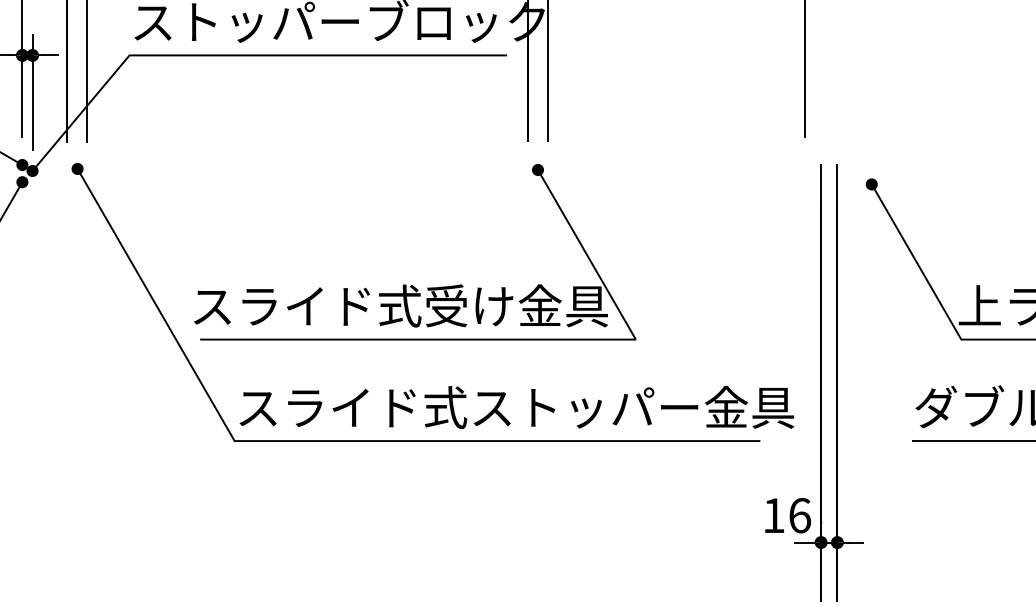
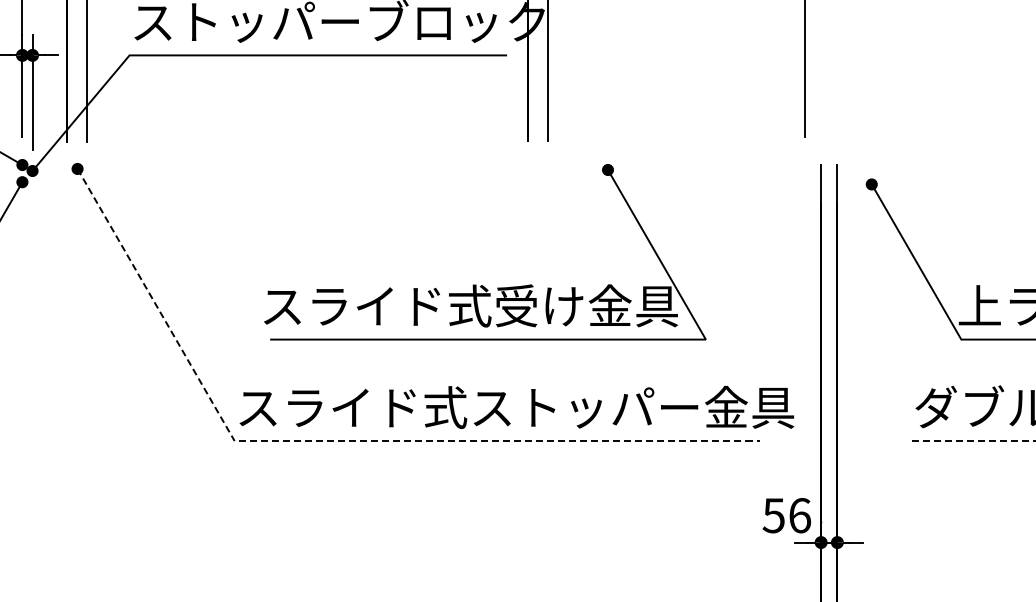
part at (413, 285) position: (413, 285) -> (483, 285)
line at (339, 441): solid -> dashed
line at (974, 441): solid -> dashed
text at (773, 515): 16 -> 56
